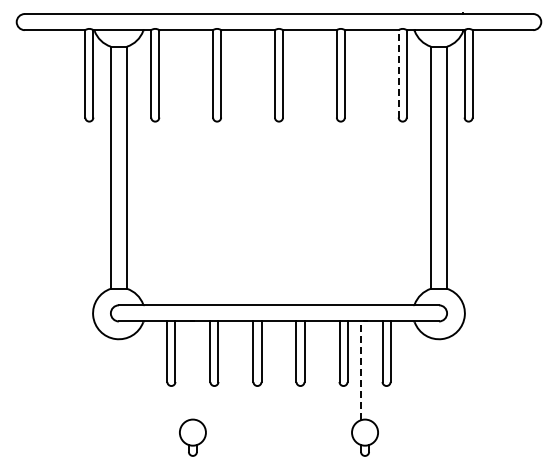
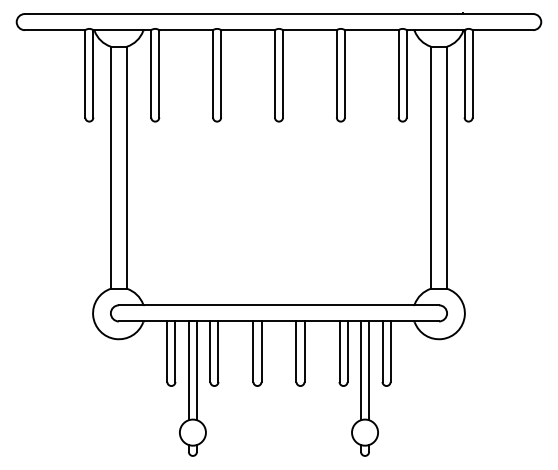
line at (398, 73): dashed -> solid
line at (188, 370): none -> present
line at (196, 370): none -> present
line at (361, 370): dashed -> solid
line at (369, 370): none -> present
